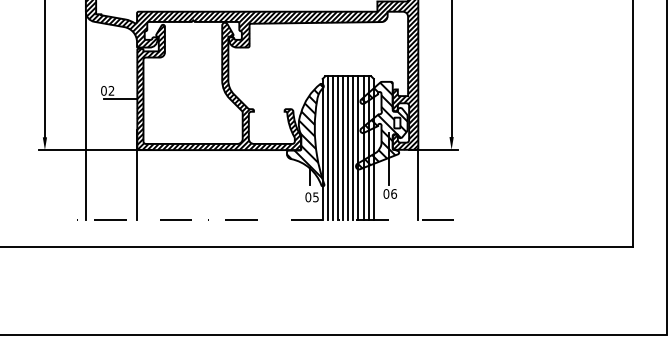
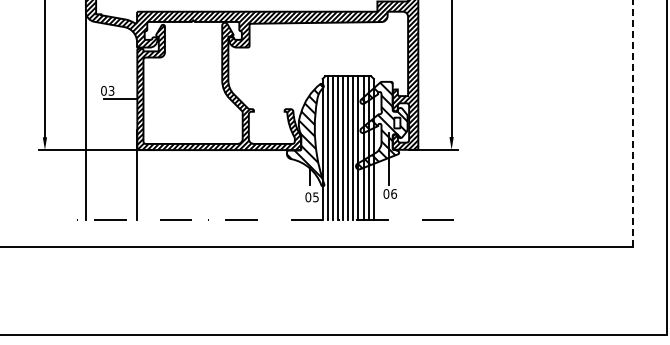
text at (111, 90): 02 -> 03
line at (633, 123): solid -> dashed
line at (418, 184): present -> none
